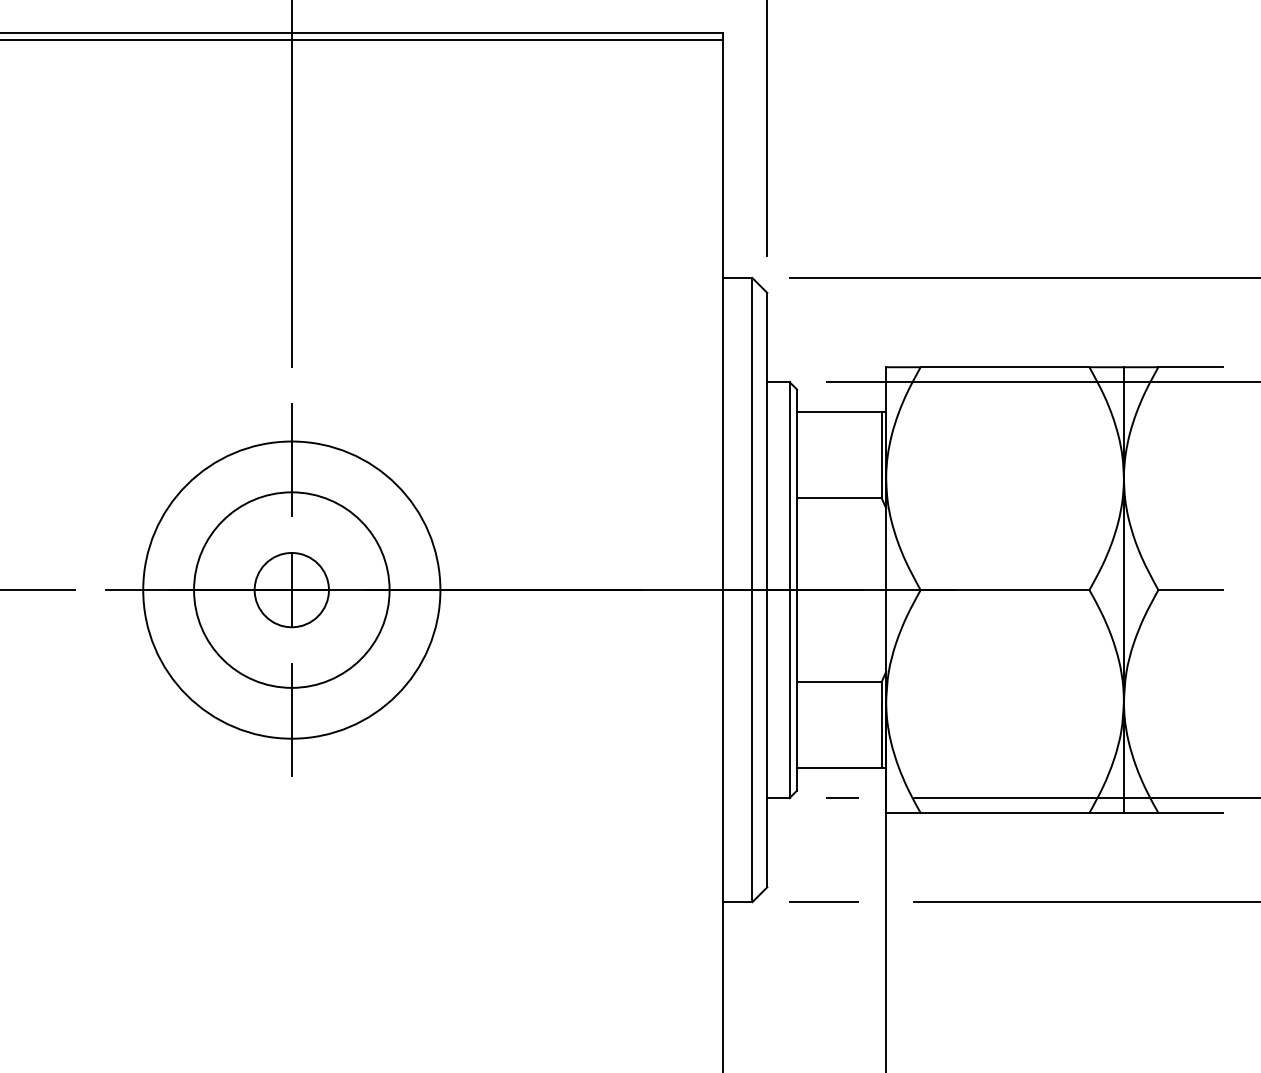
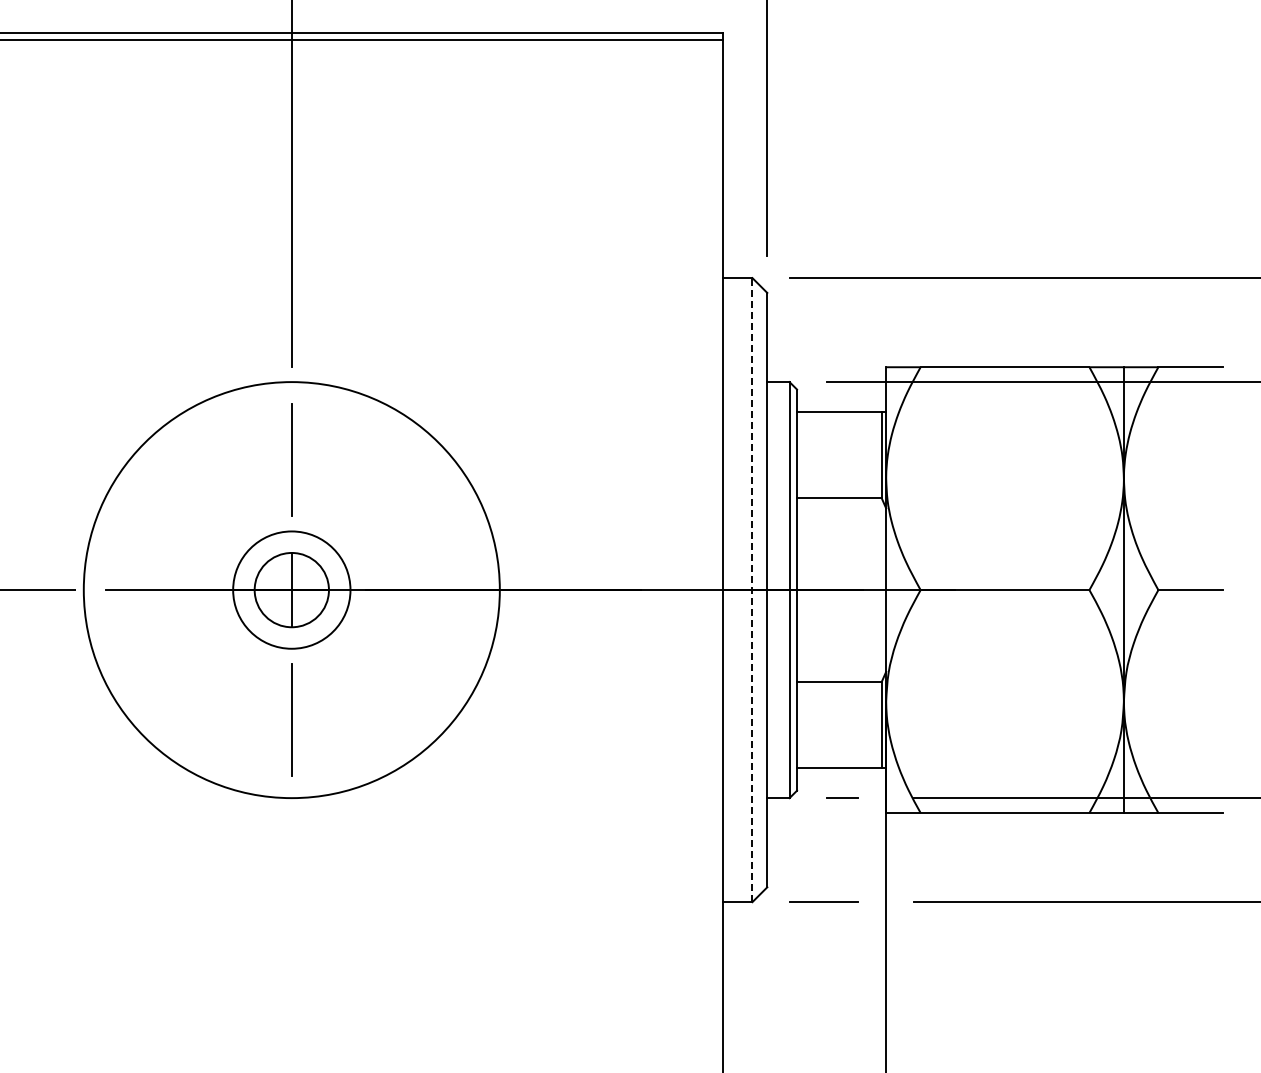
circle at (291, 589) diameter: 196 px -> 117 px
circle at (291, 589) diameter: 297 px -> 416 px
line at (752, 589): solid -> dashed
